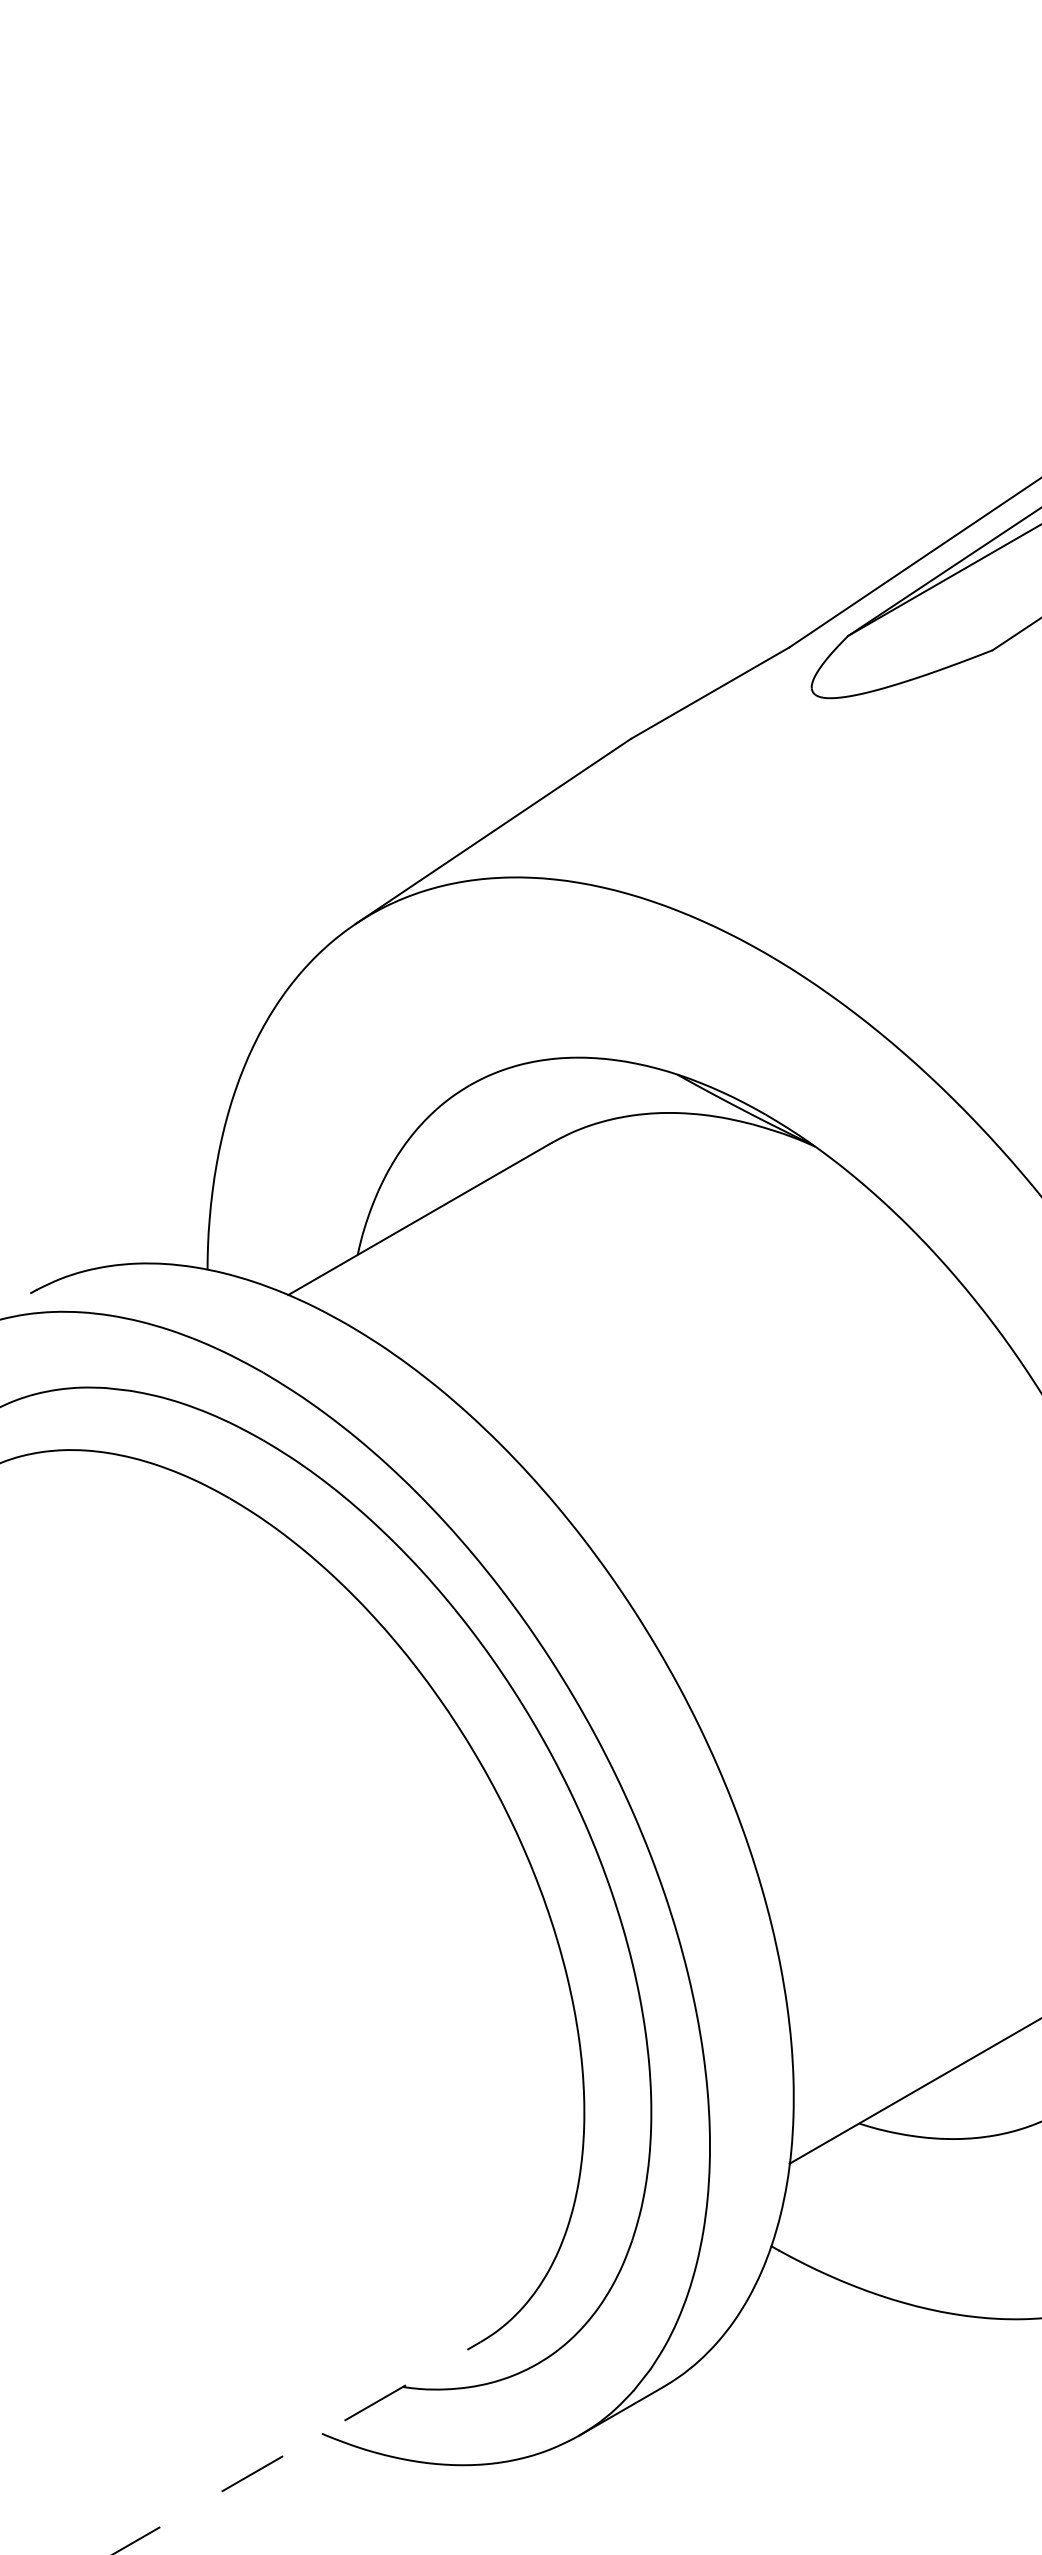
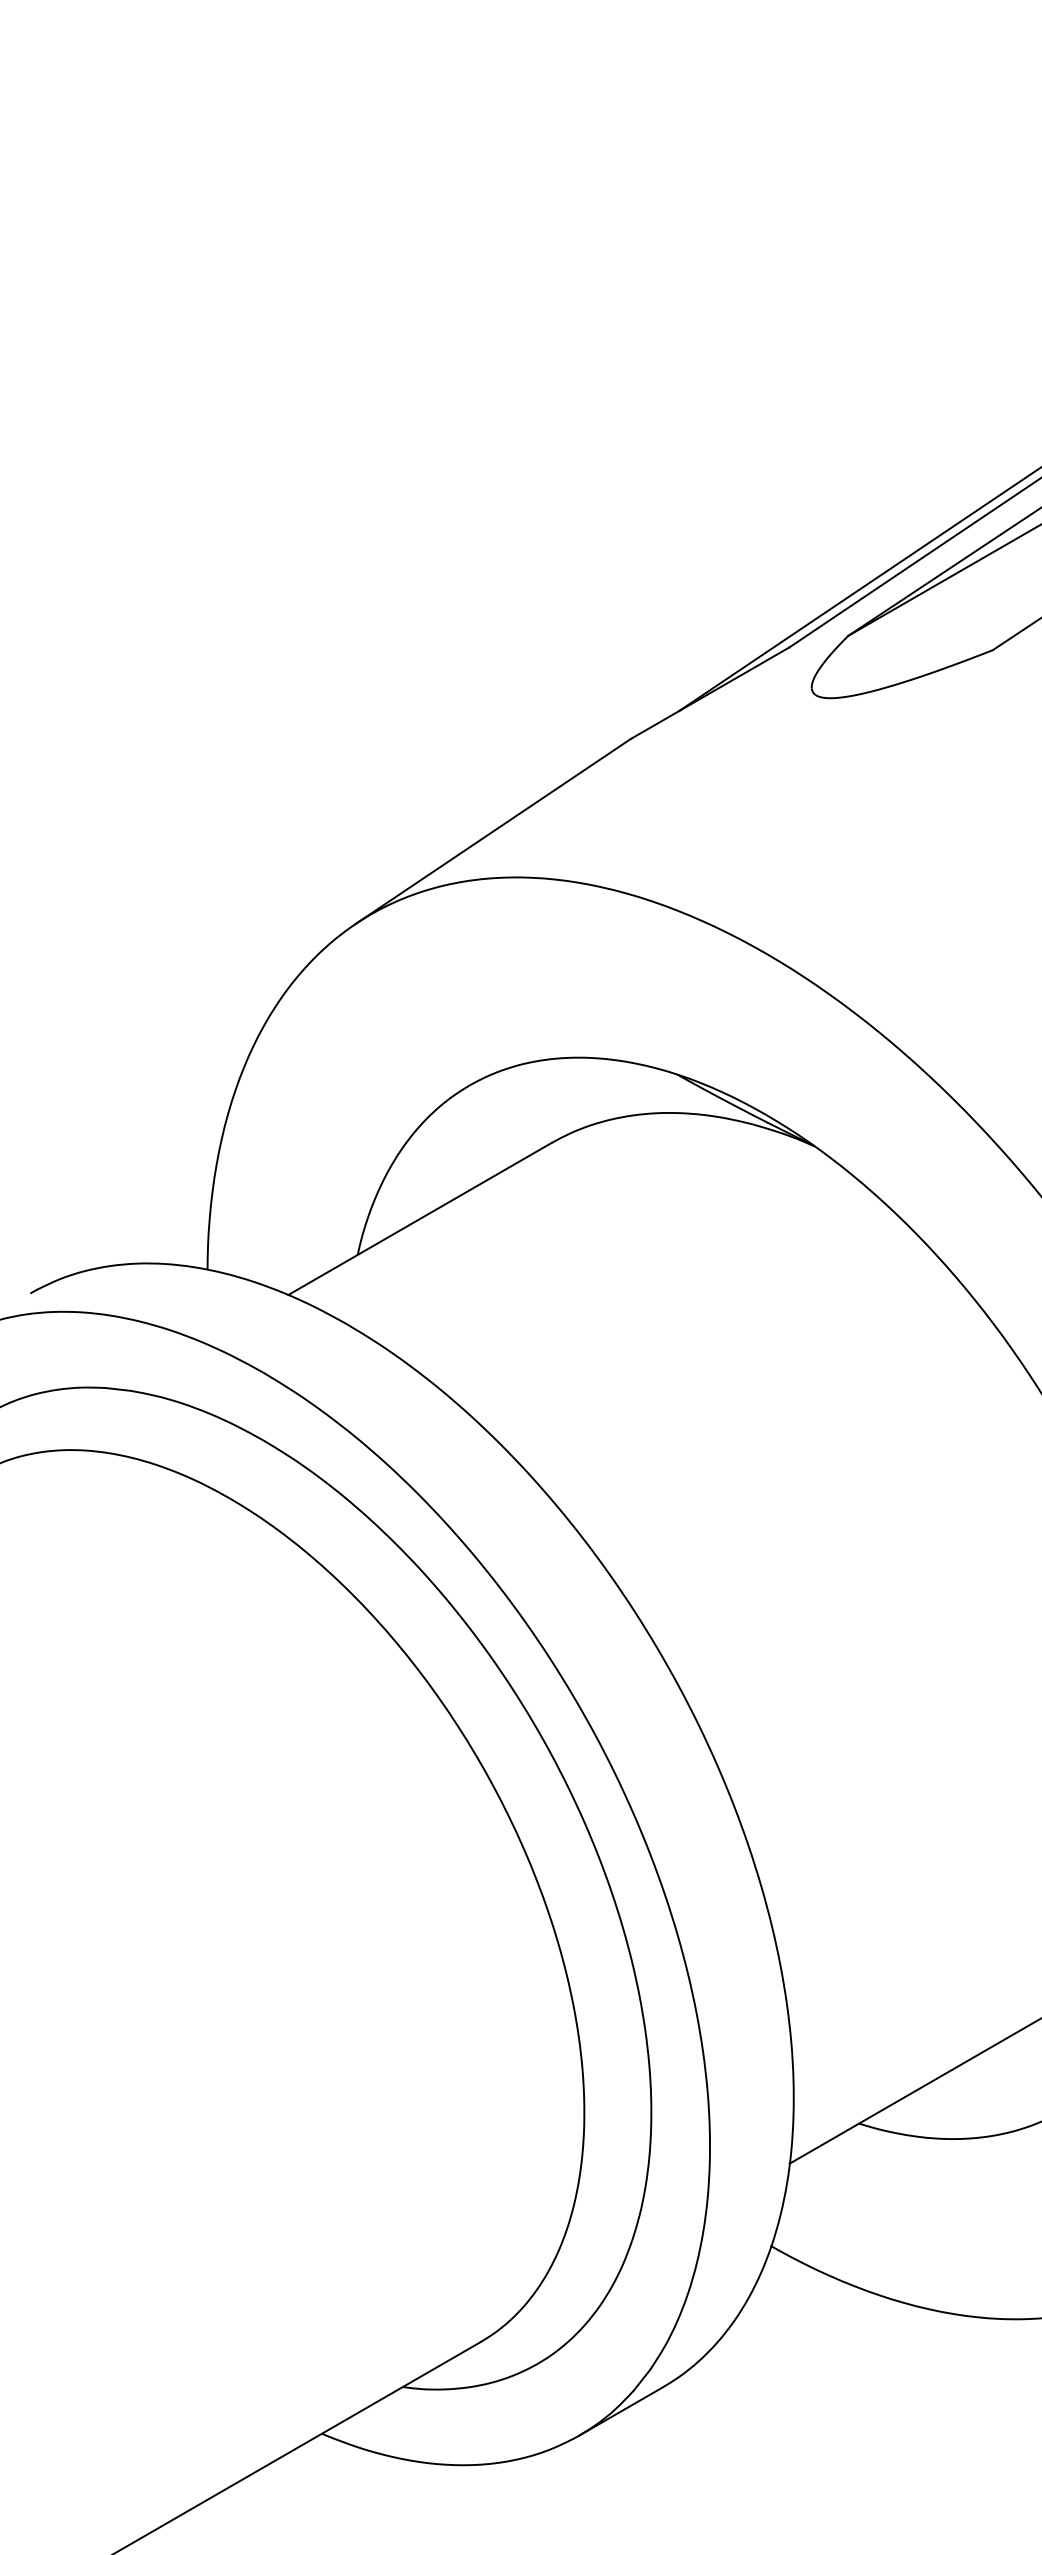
line at (858, 590): none -> present
line at (297, 2448): dashed -> solid
